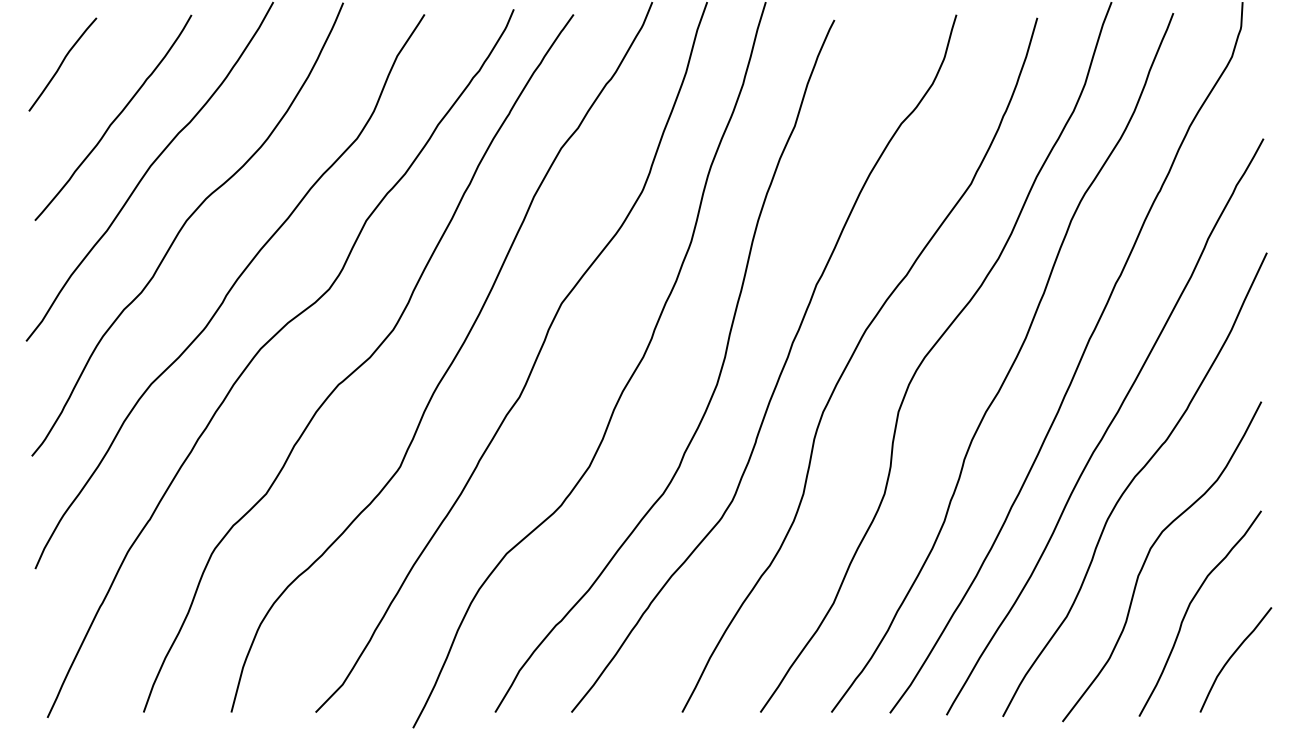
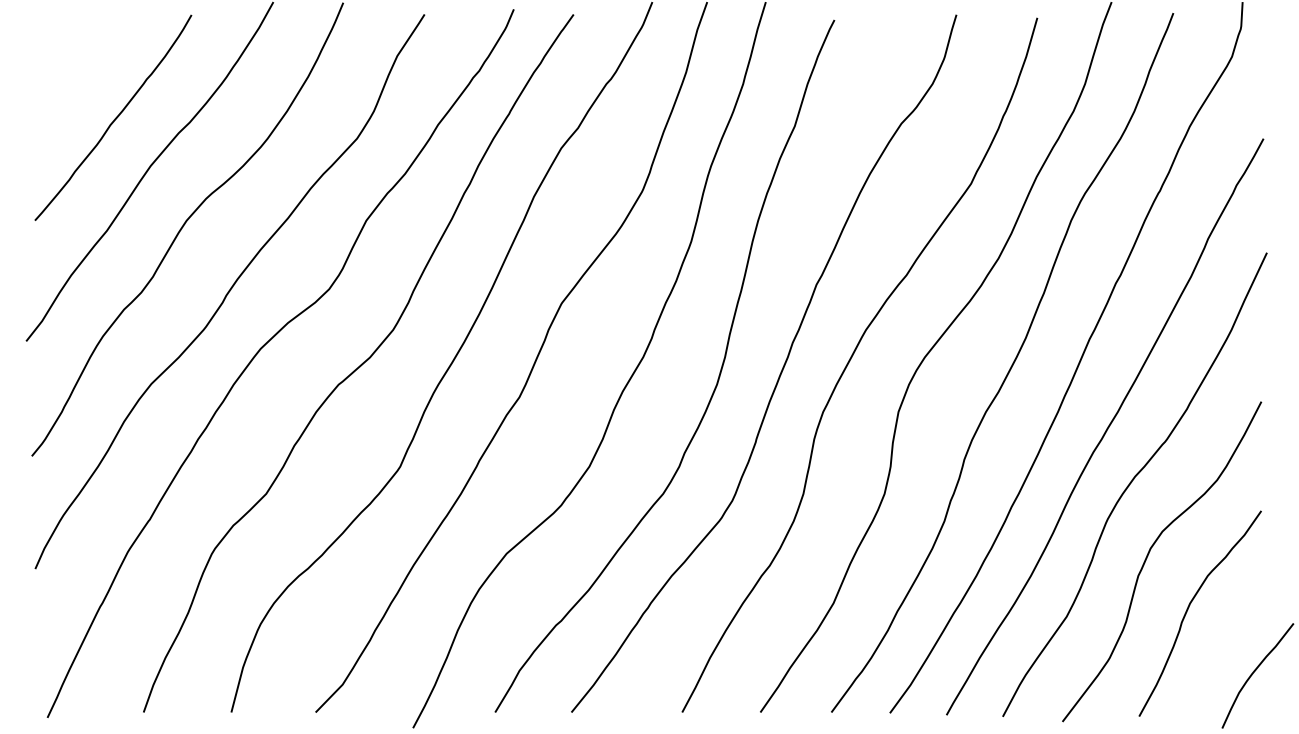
curve at (62, 64): present -> none
curve at (1232, 656) position: (1232, 656) -> (1254, 672)
